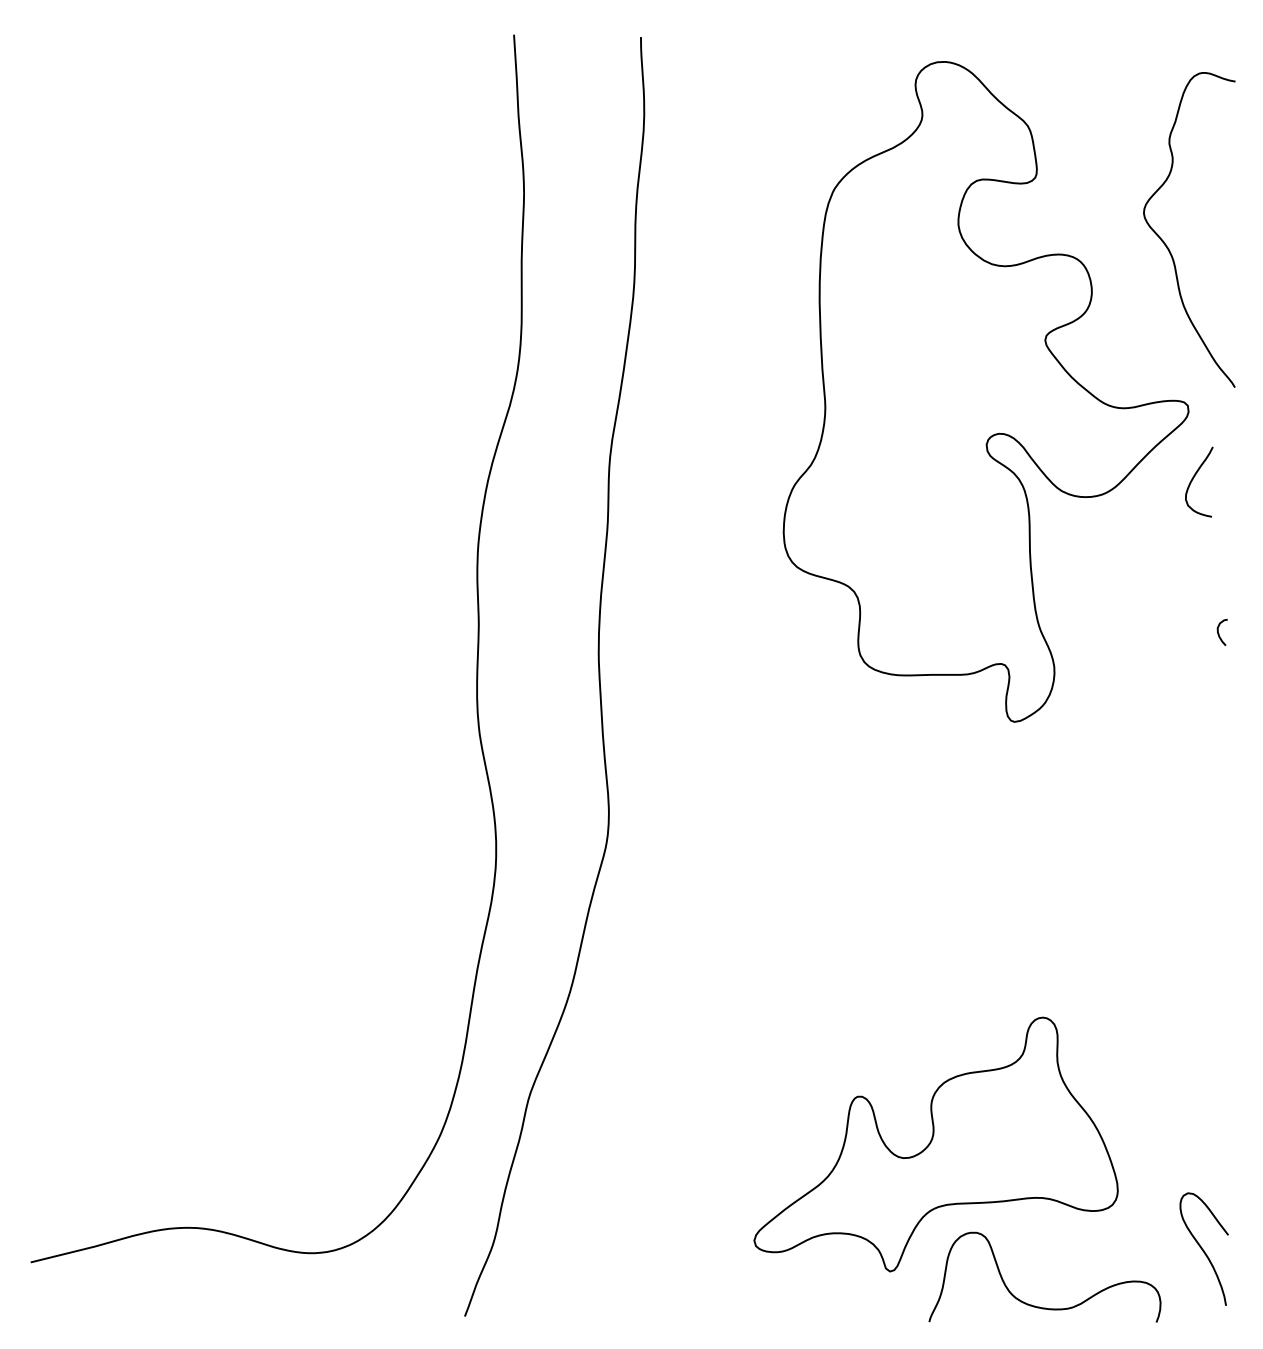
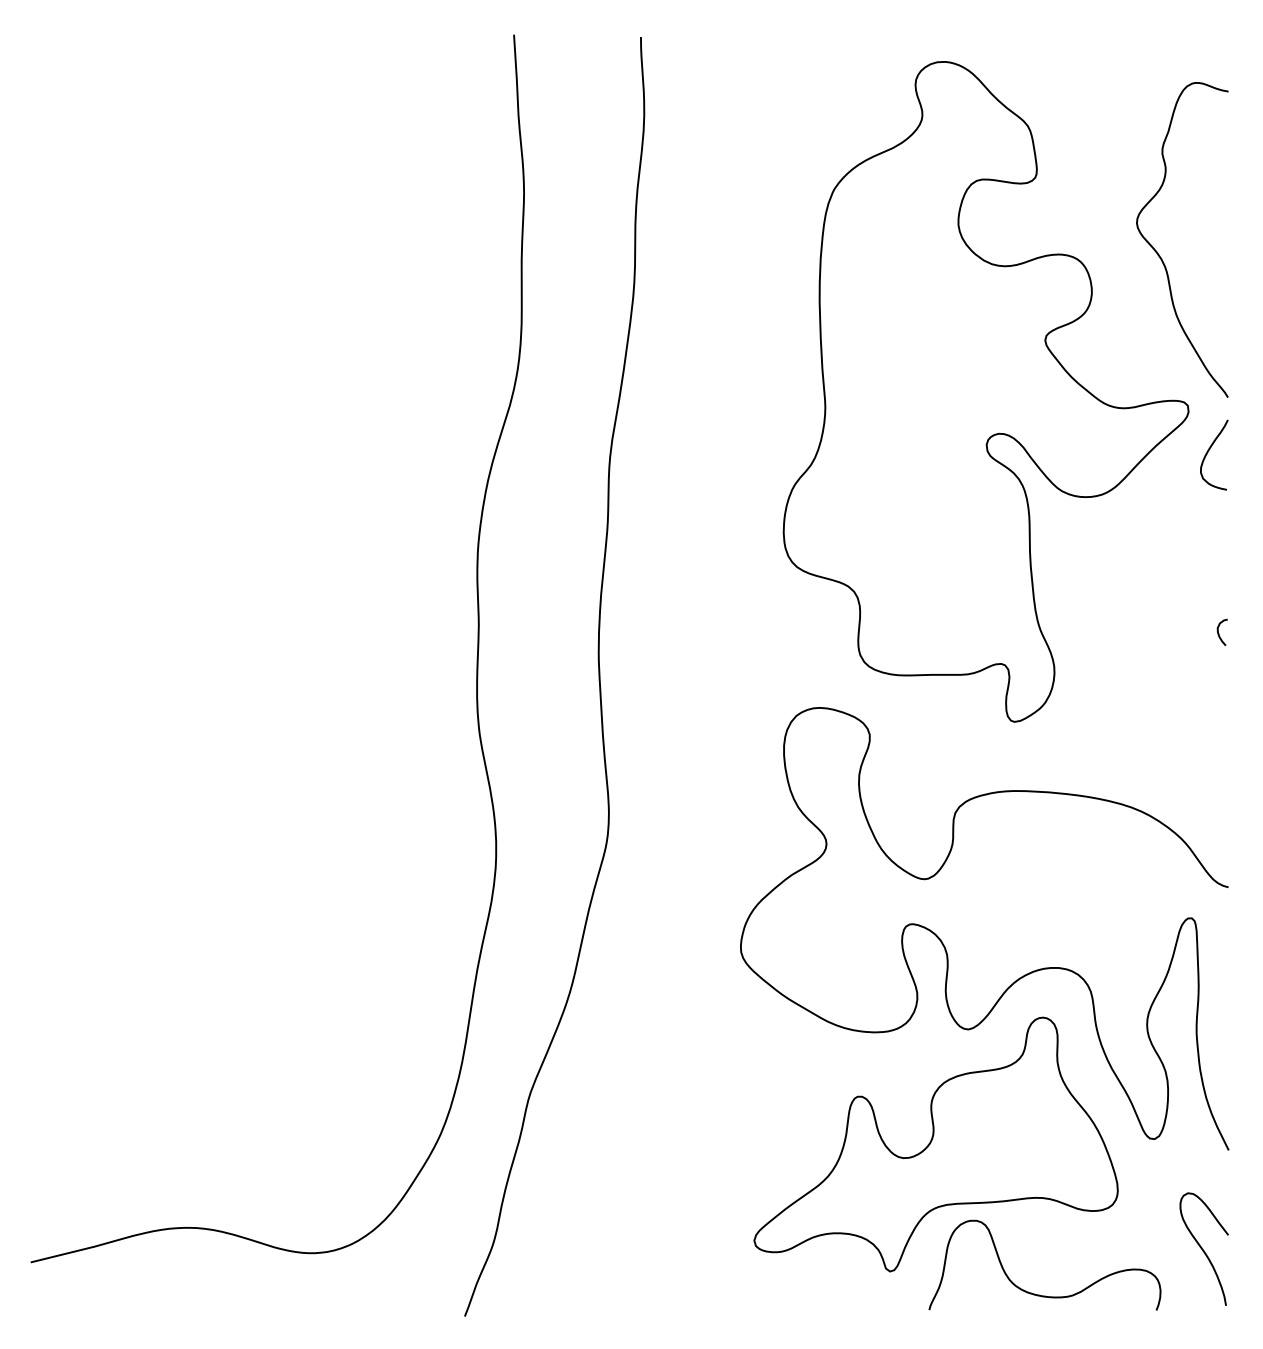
curve at (1166, 244) position: (1166, 244) -> (1159, 254)
curve at (1193, 479) position: (1193, 479) -> (1208, 452)
curve at (945, 946): none -> present
curve at (1035, 1305) position: (1035, 1305) -> (1035, 1293)
